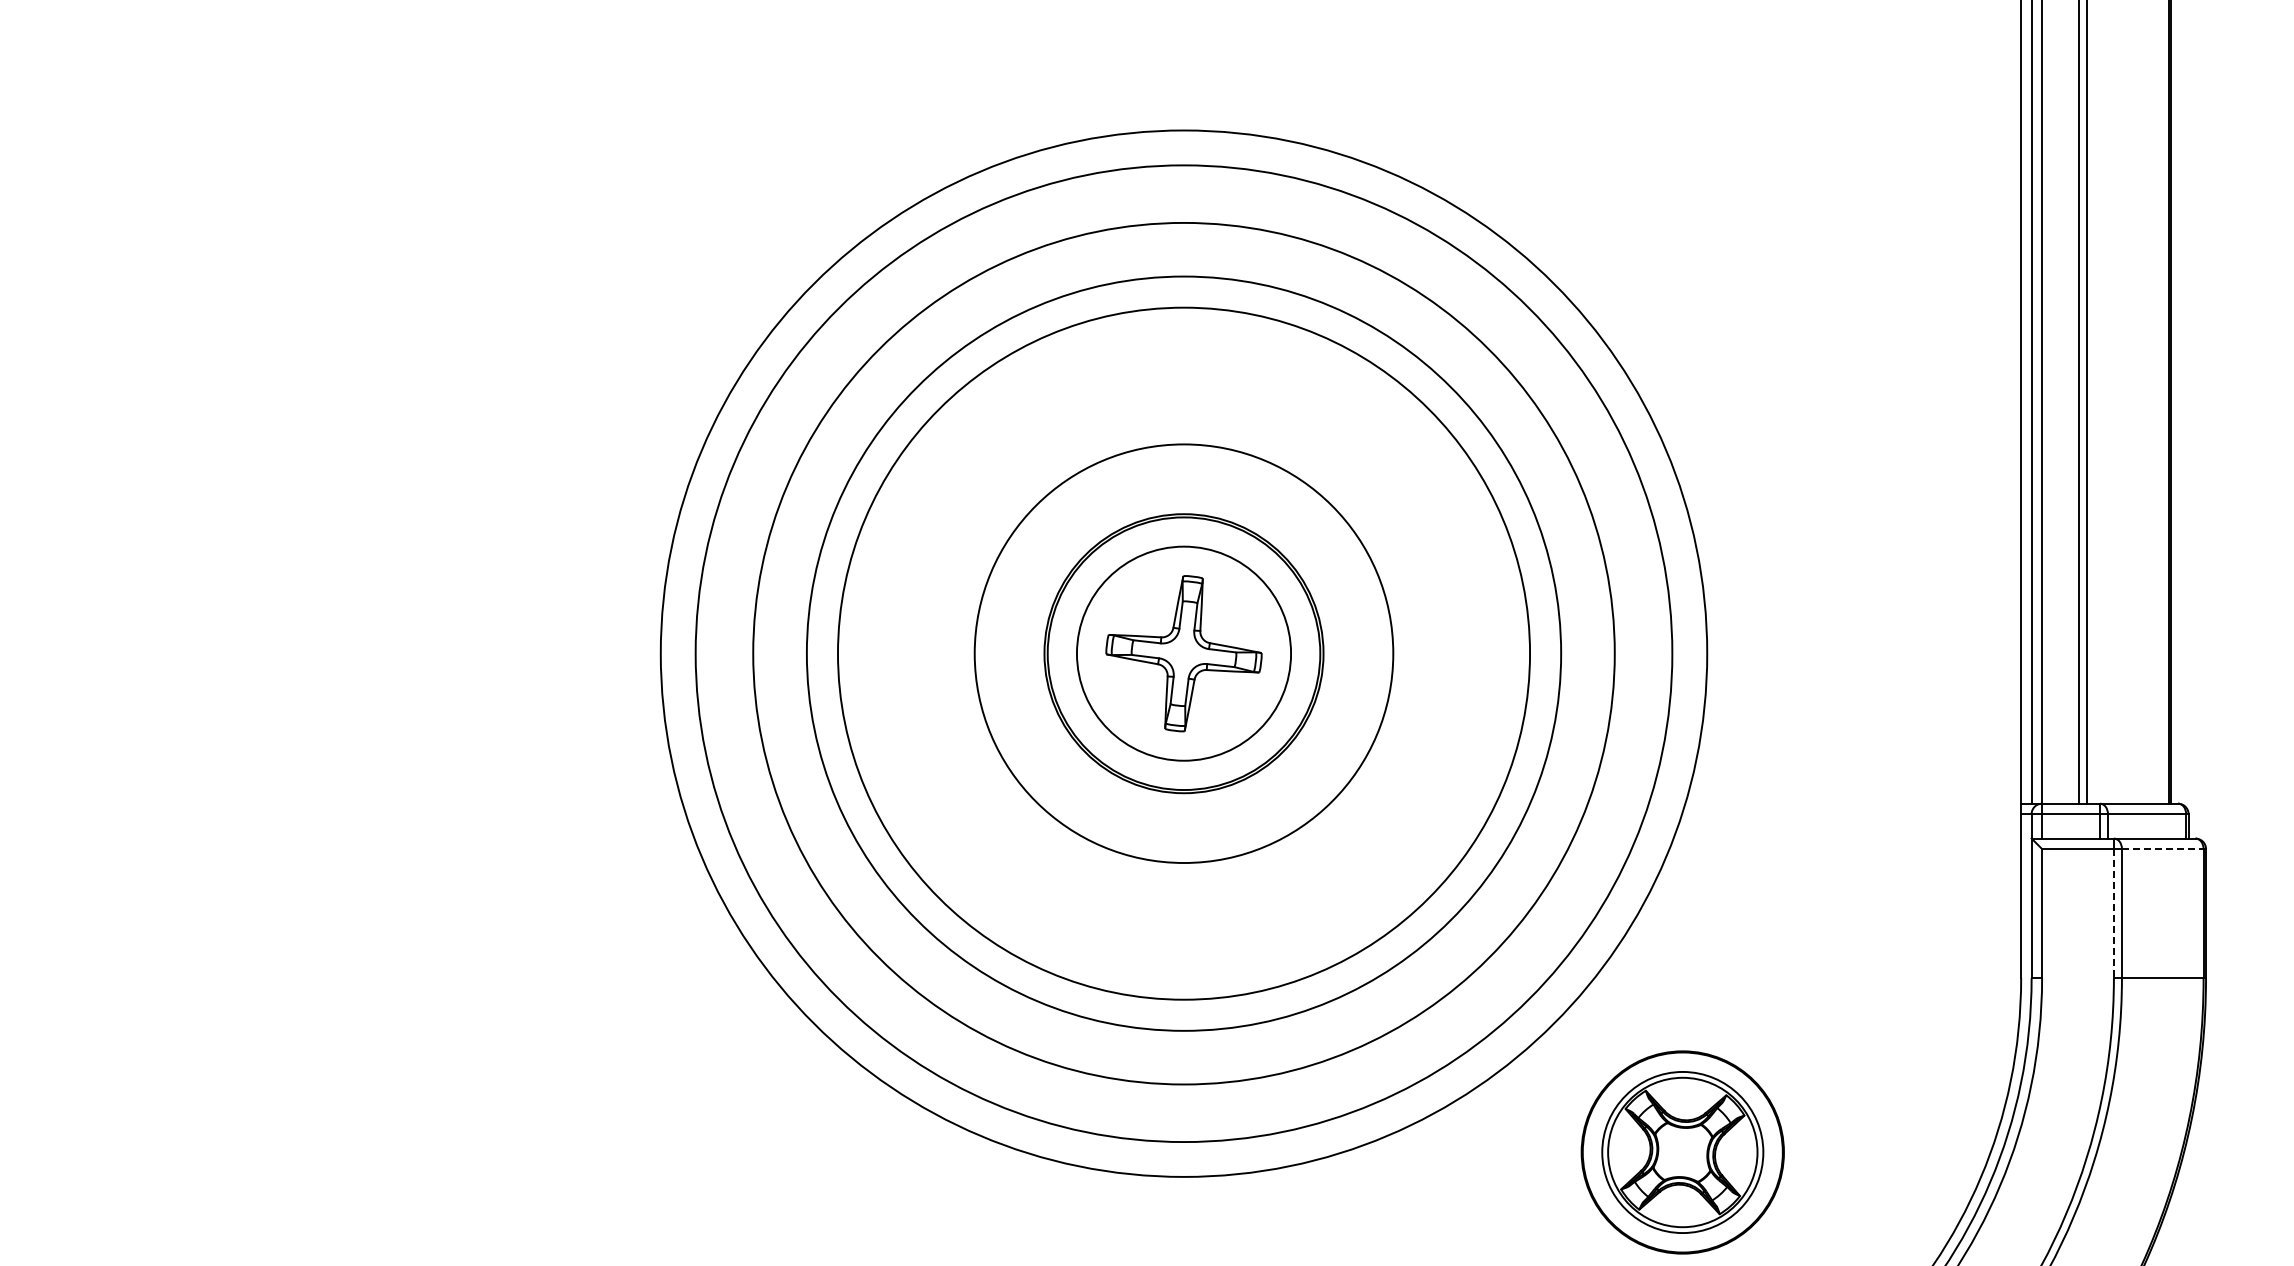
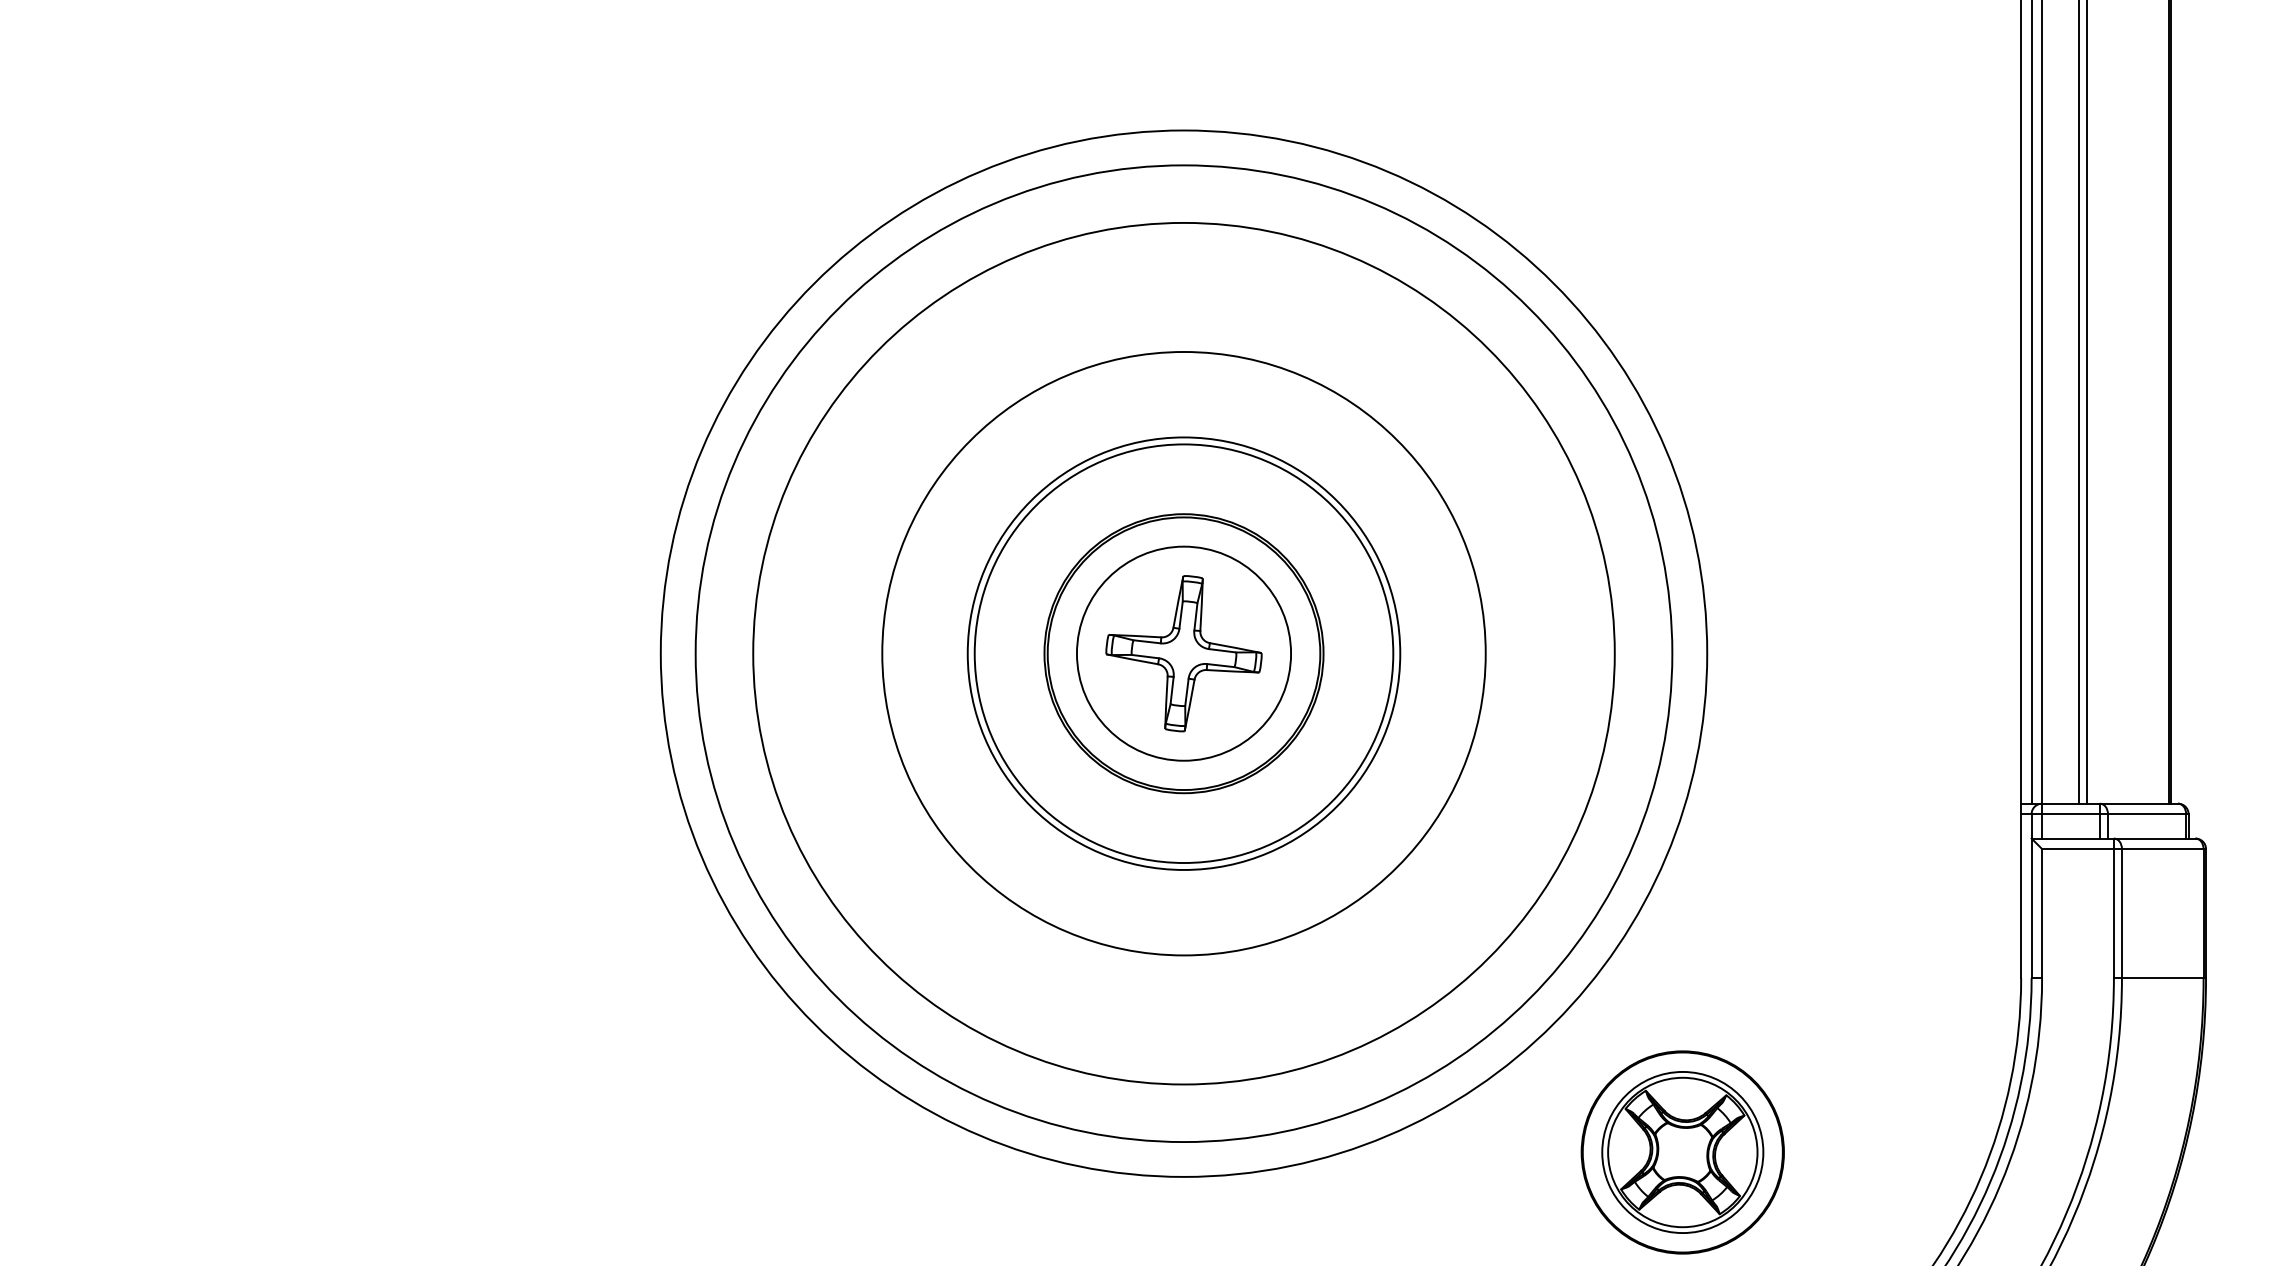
circle at (1183, 653) diameter: 754 px -> 603 px
circle at (1184, 653) diameter: 692 px -> 433 px
line at (2162, 849): dashed -> solid
line at (2113, 913): dashed -> solid
